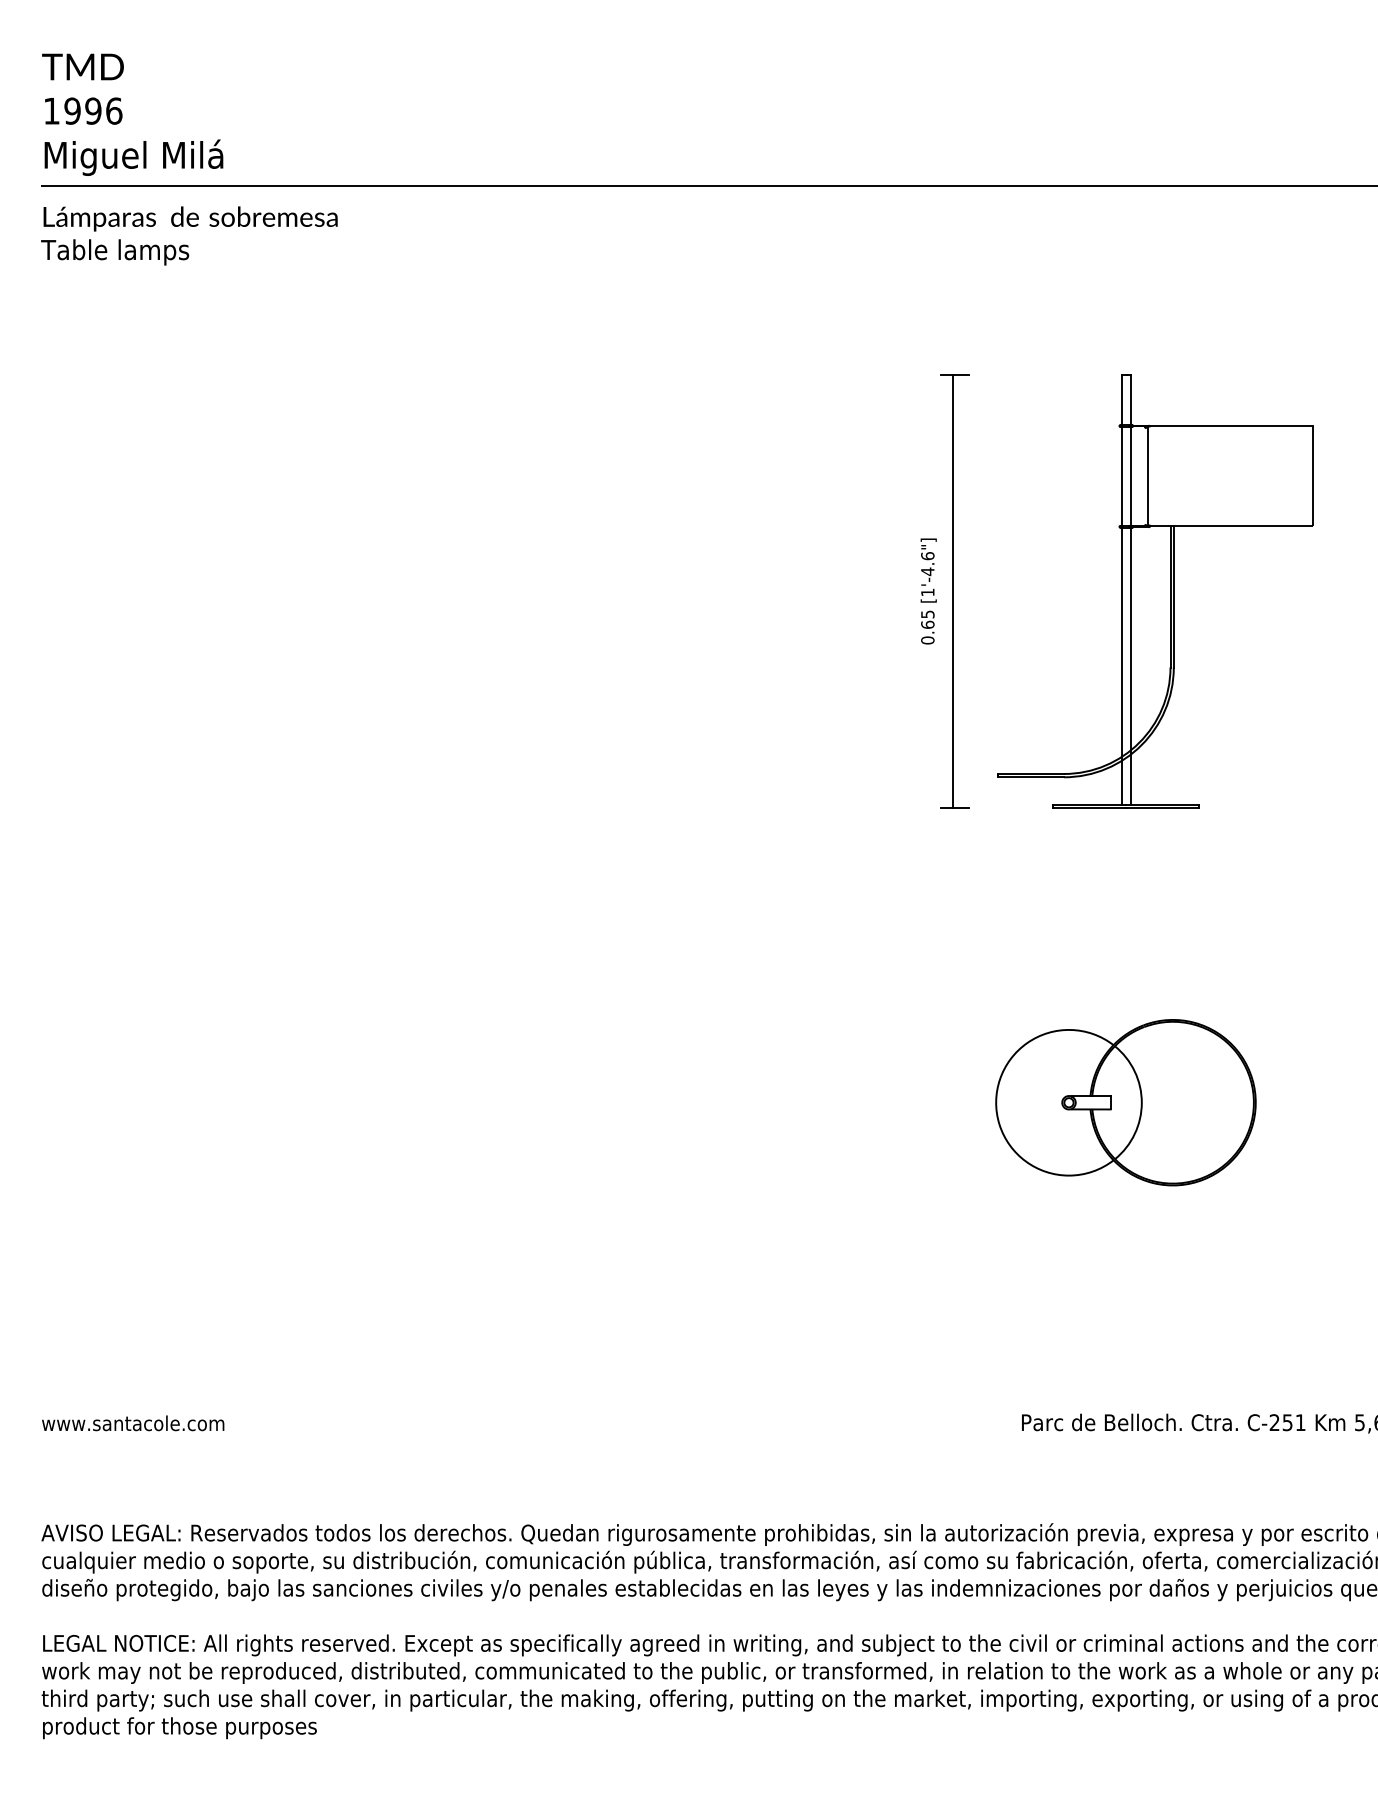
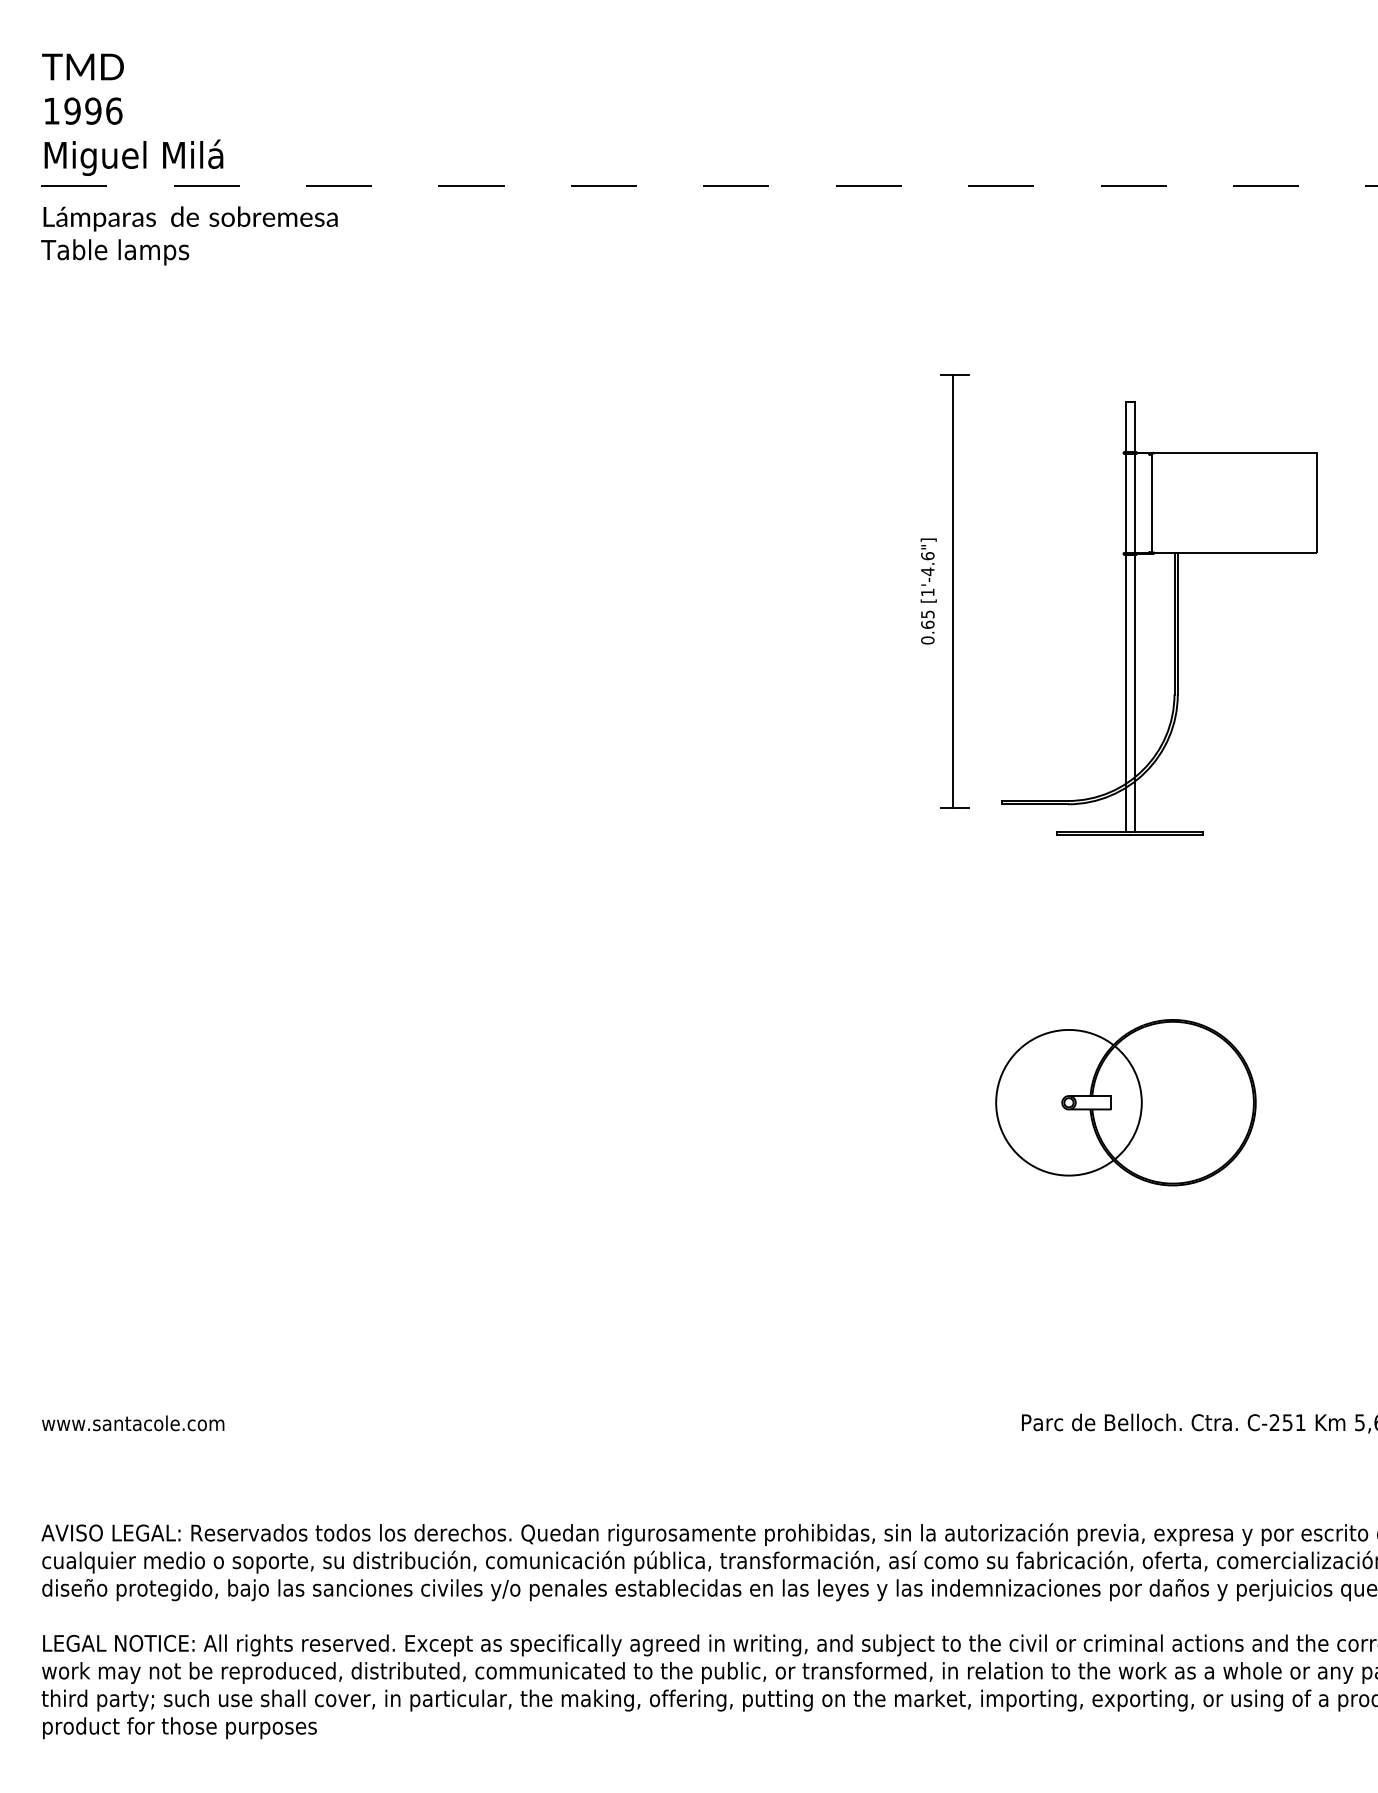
line at (709, 185): solid -> dashed
part at (1155, 591) position: (1155, 591) -> (1159, 618)
